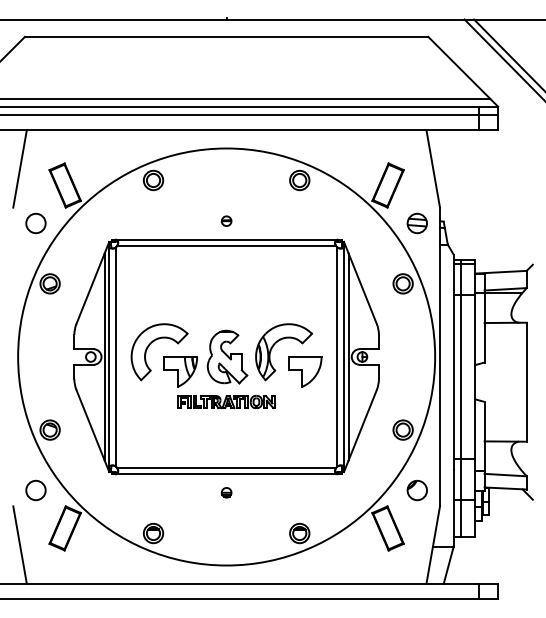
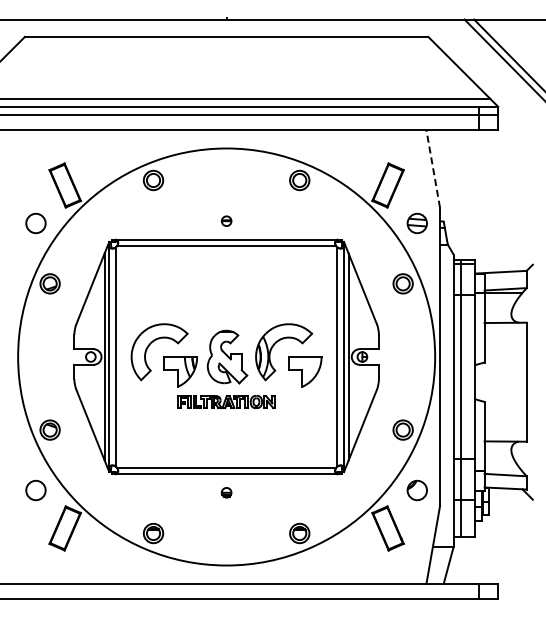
line at (19, 168): present -> none
line at (433, 168): solid -> dashed
line at (19, 544): present -> none
